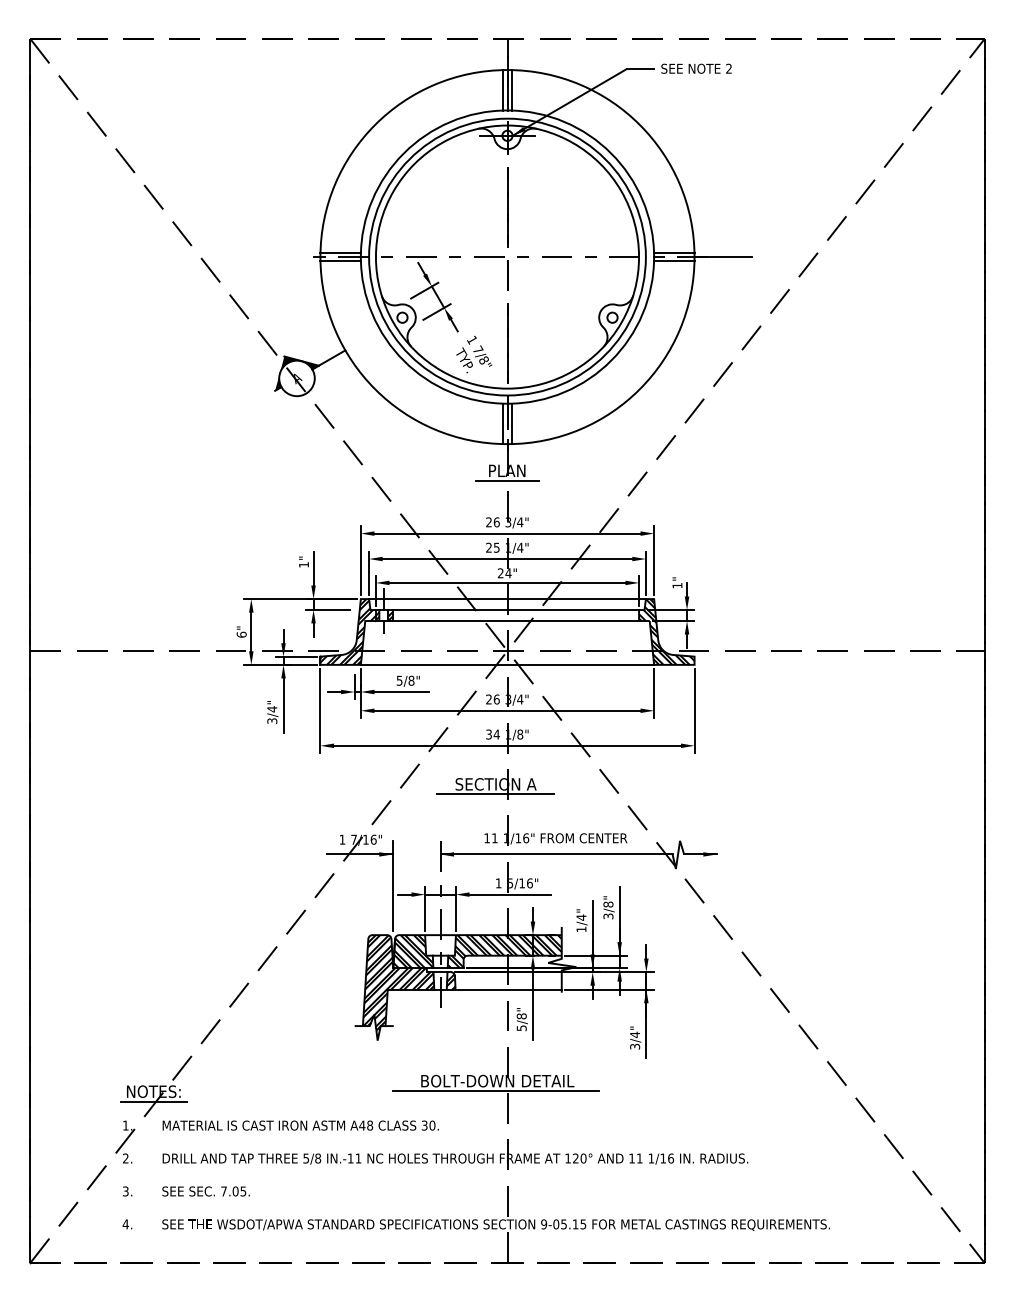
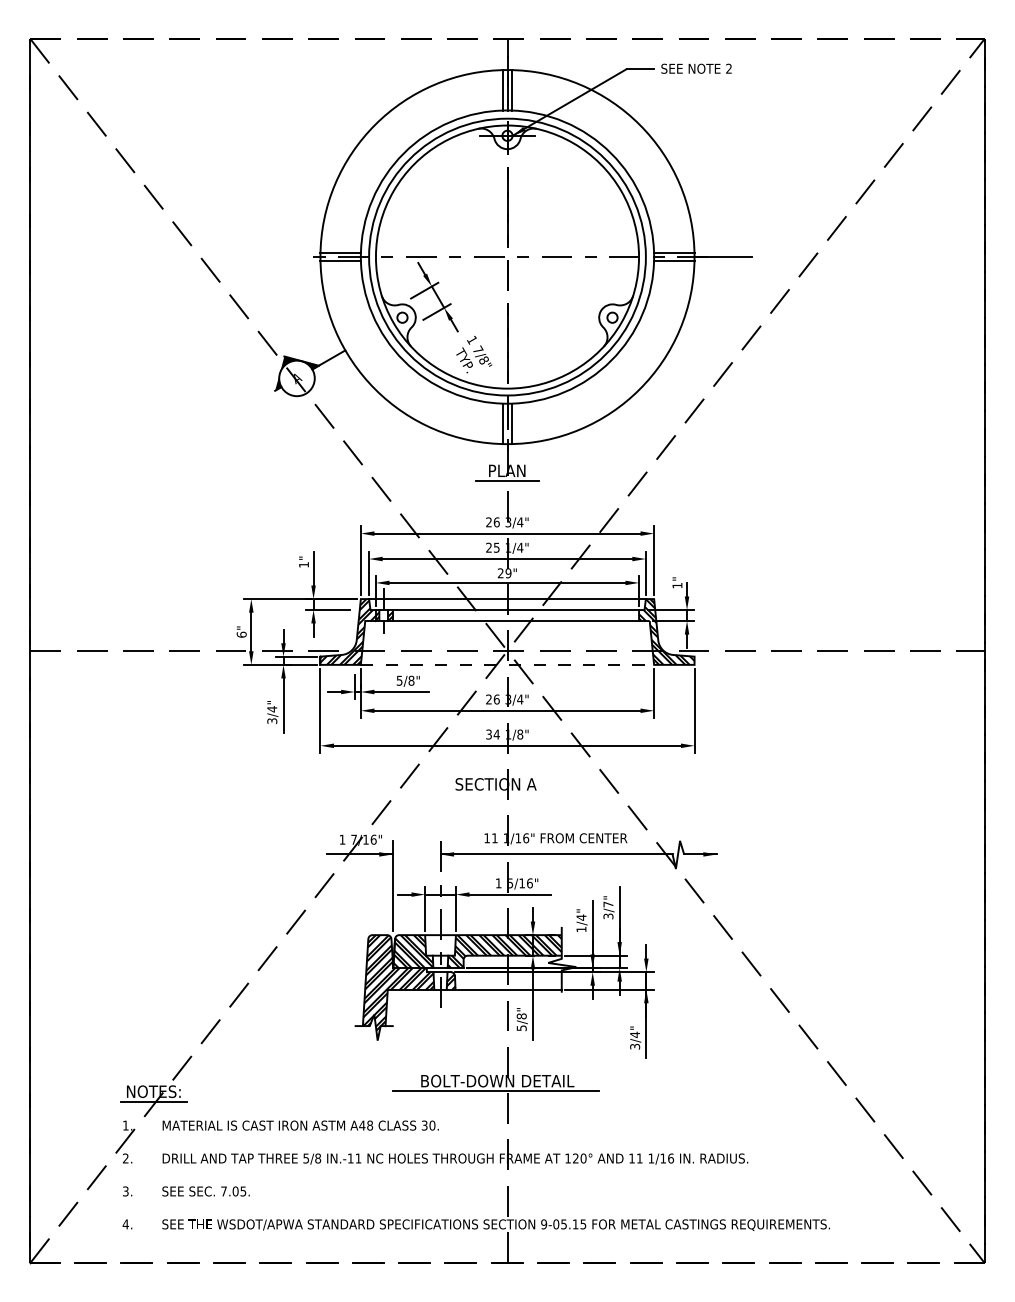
text at (508, 573): 24" -> 29"
line at (507, 664): solid -> dashed
line at (495, 794): present -> none
text at (608, 904): 3/8" -> 3/7"
